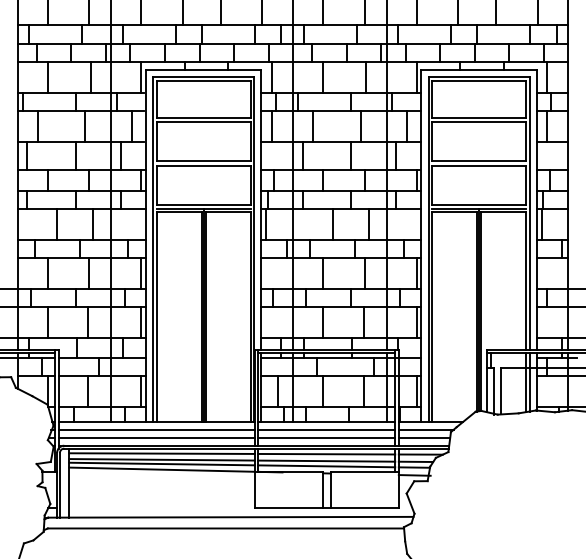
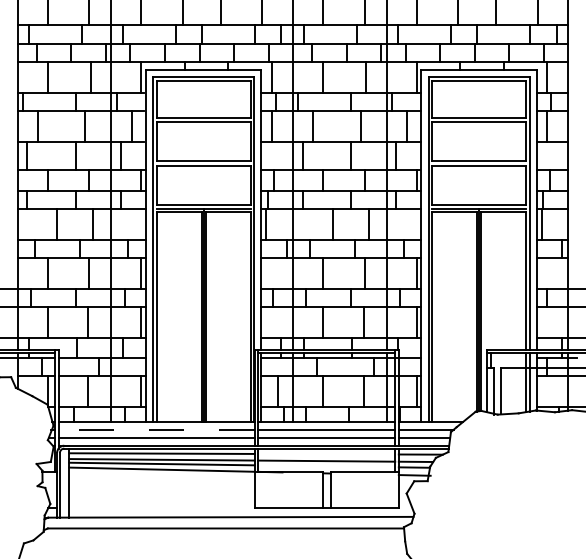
line at (156, 430): solid -> dashed
line at (326, 453): present -> none
line at (326, 466): present -> none
